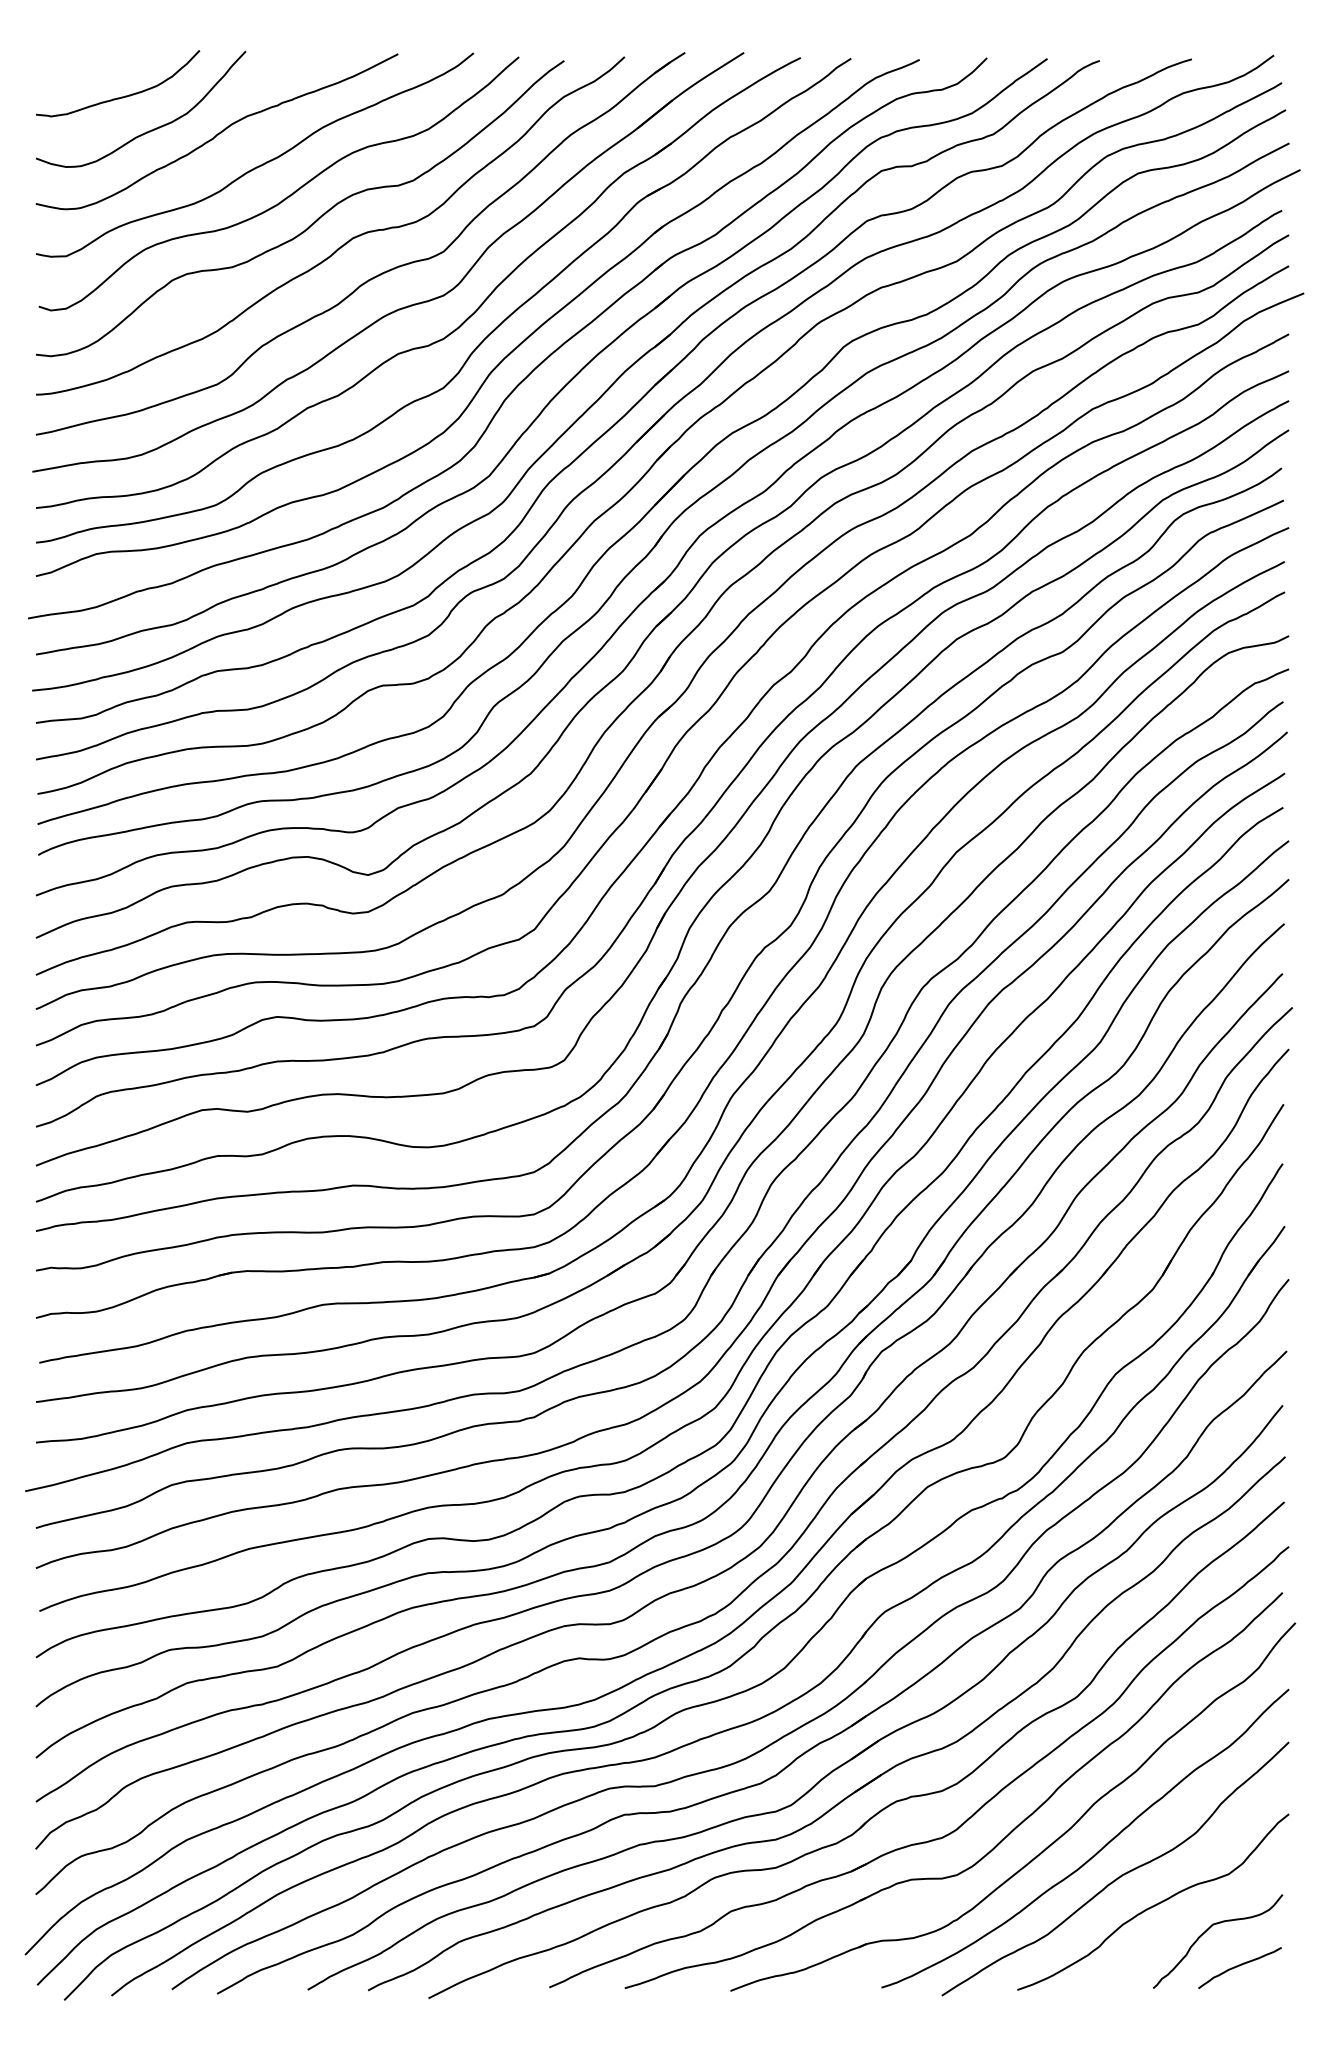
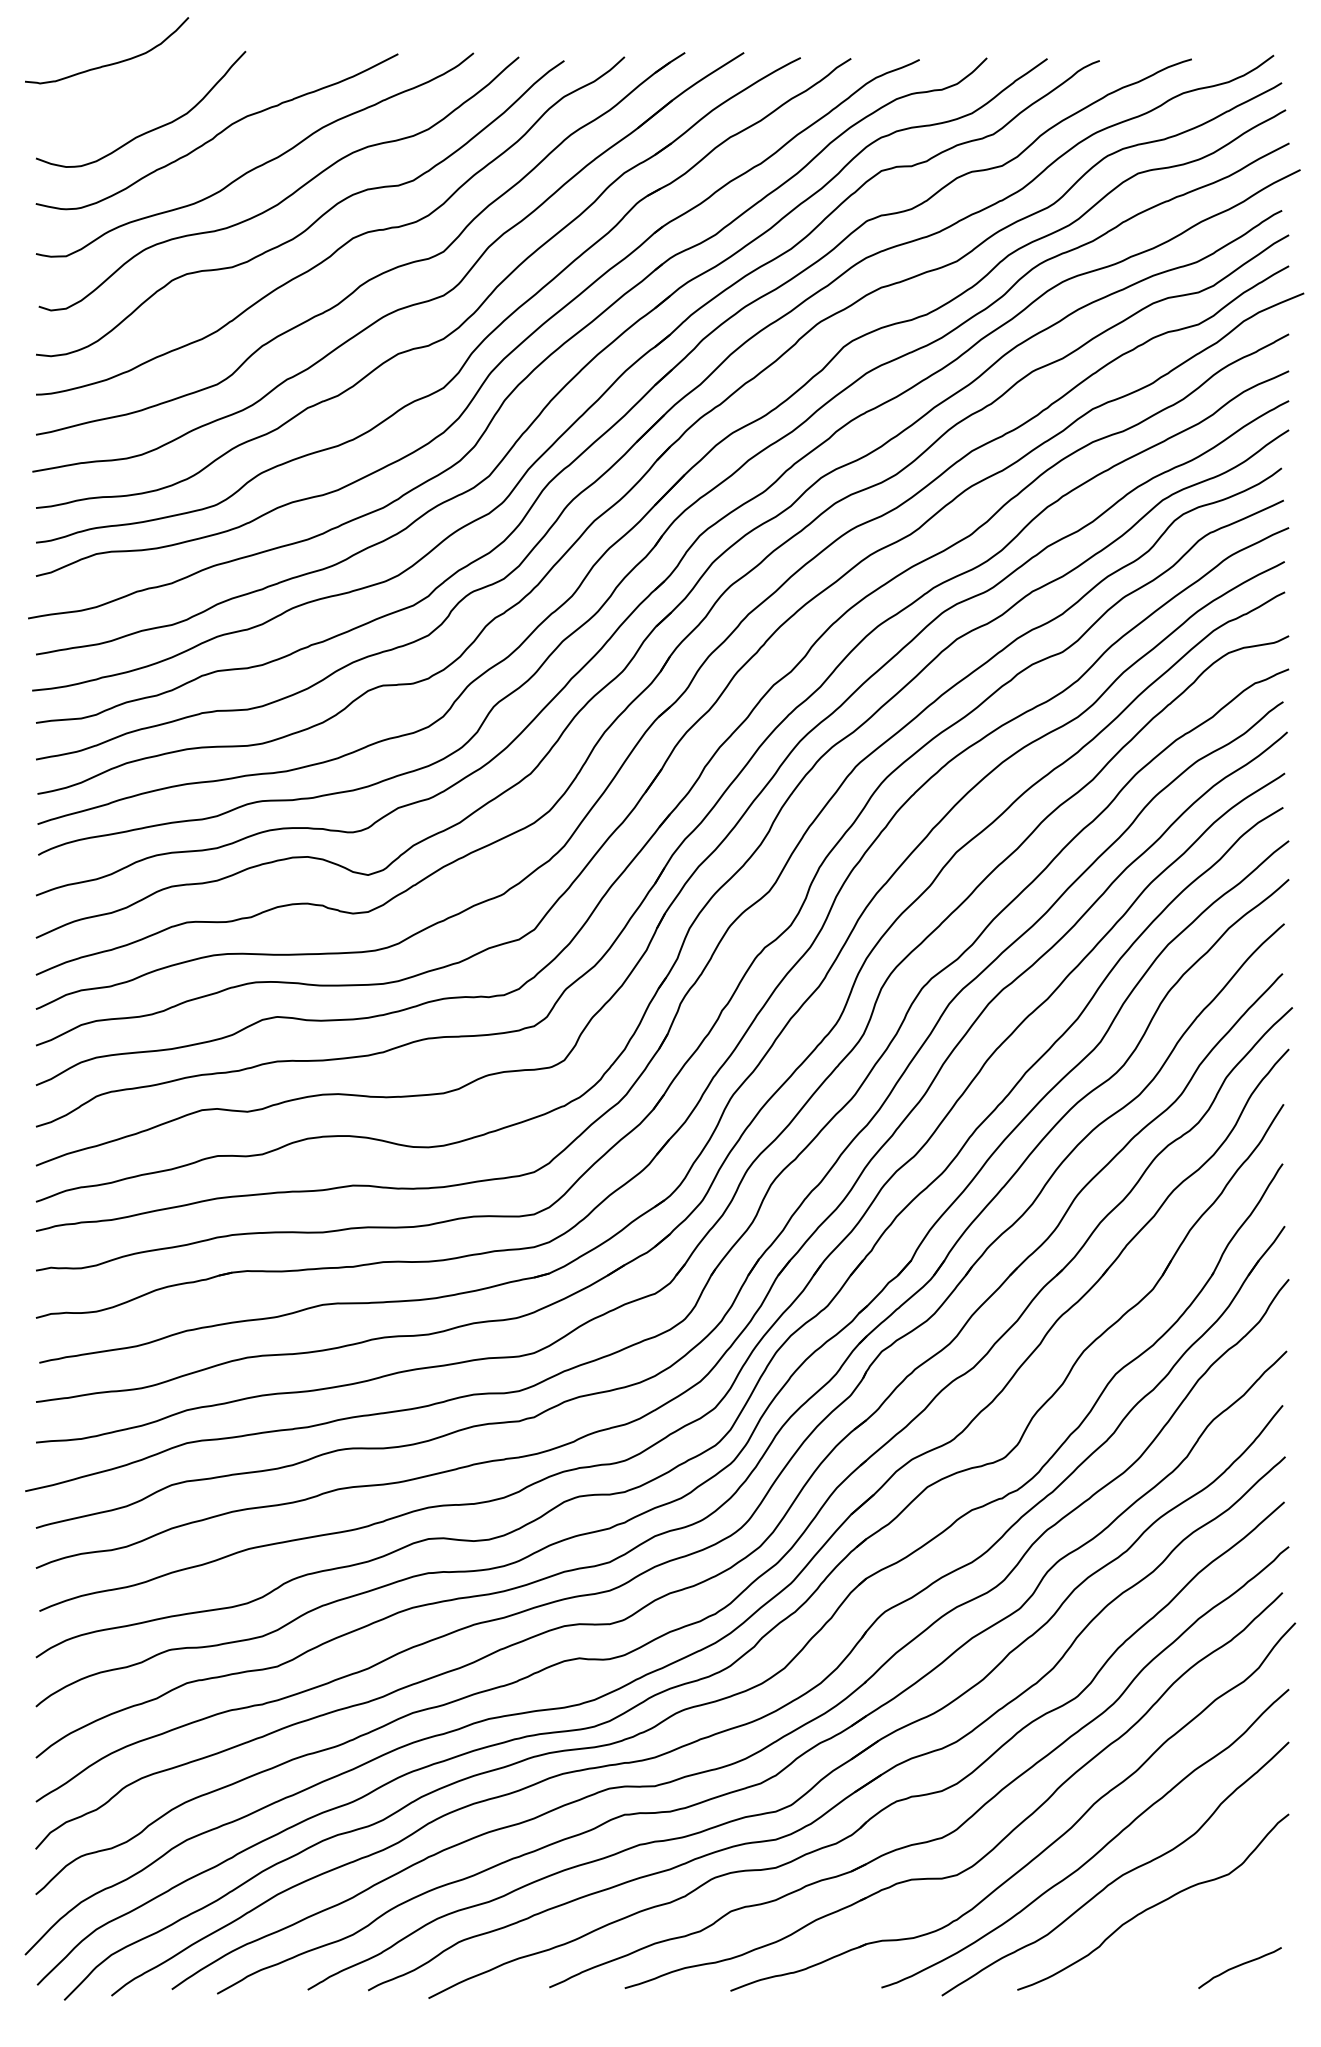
curve at (121, 96) position: (121, 96) -> (110, 63)
curve at (1207, 1931): present -> none
